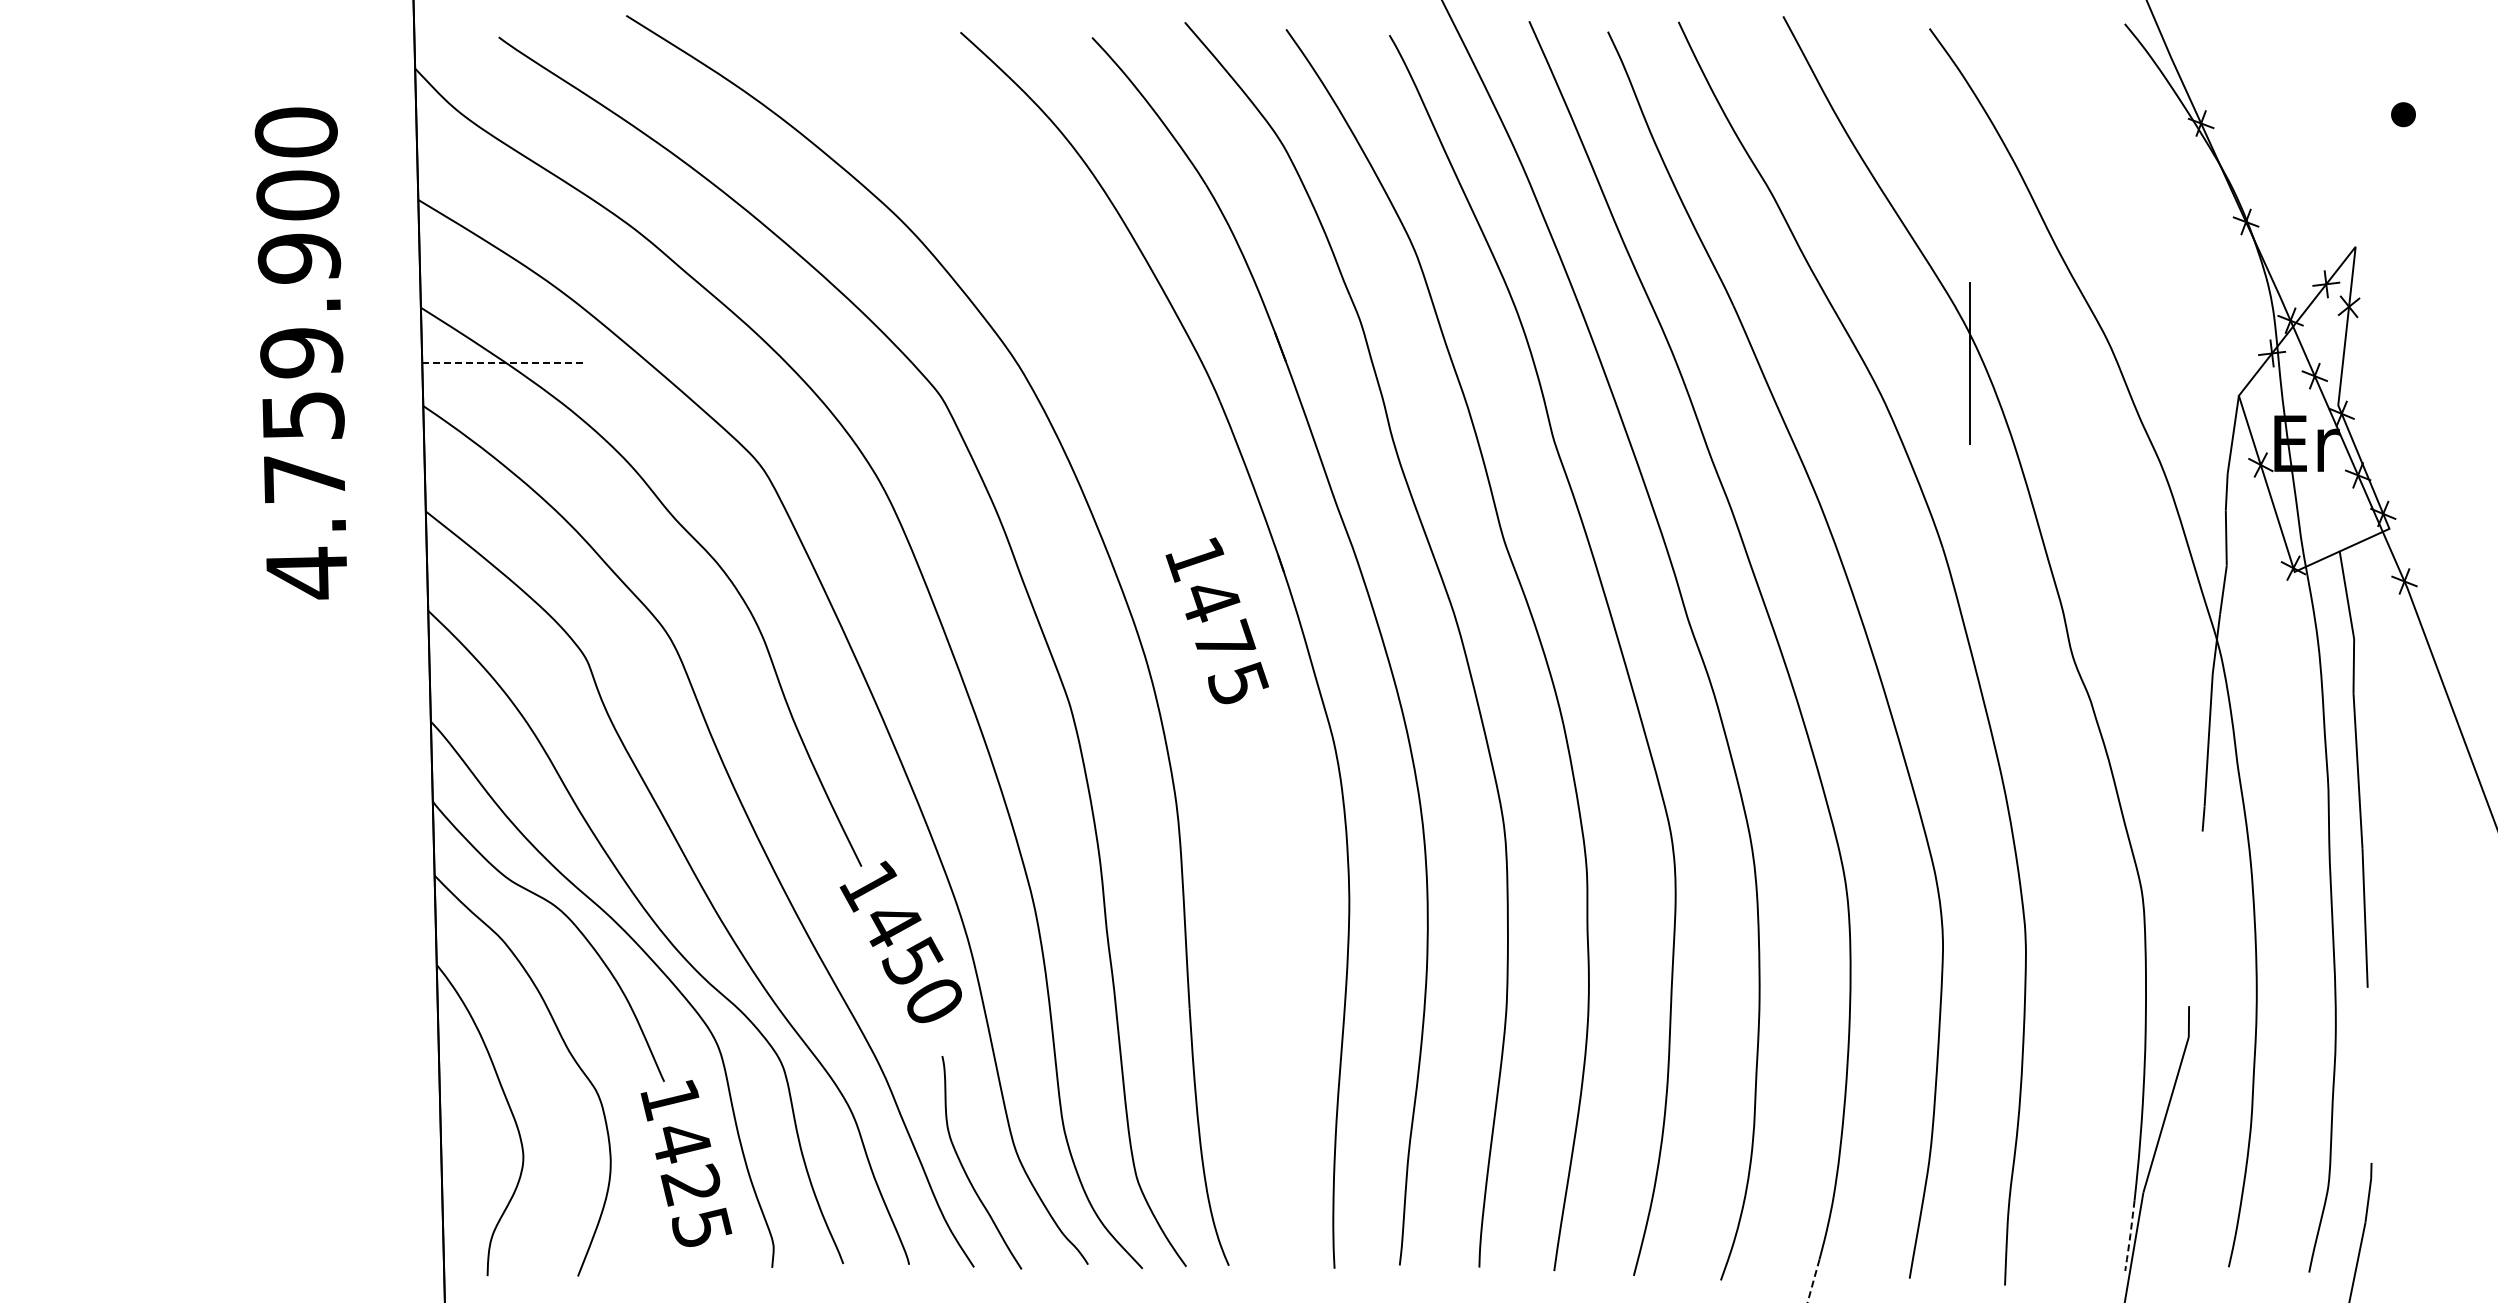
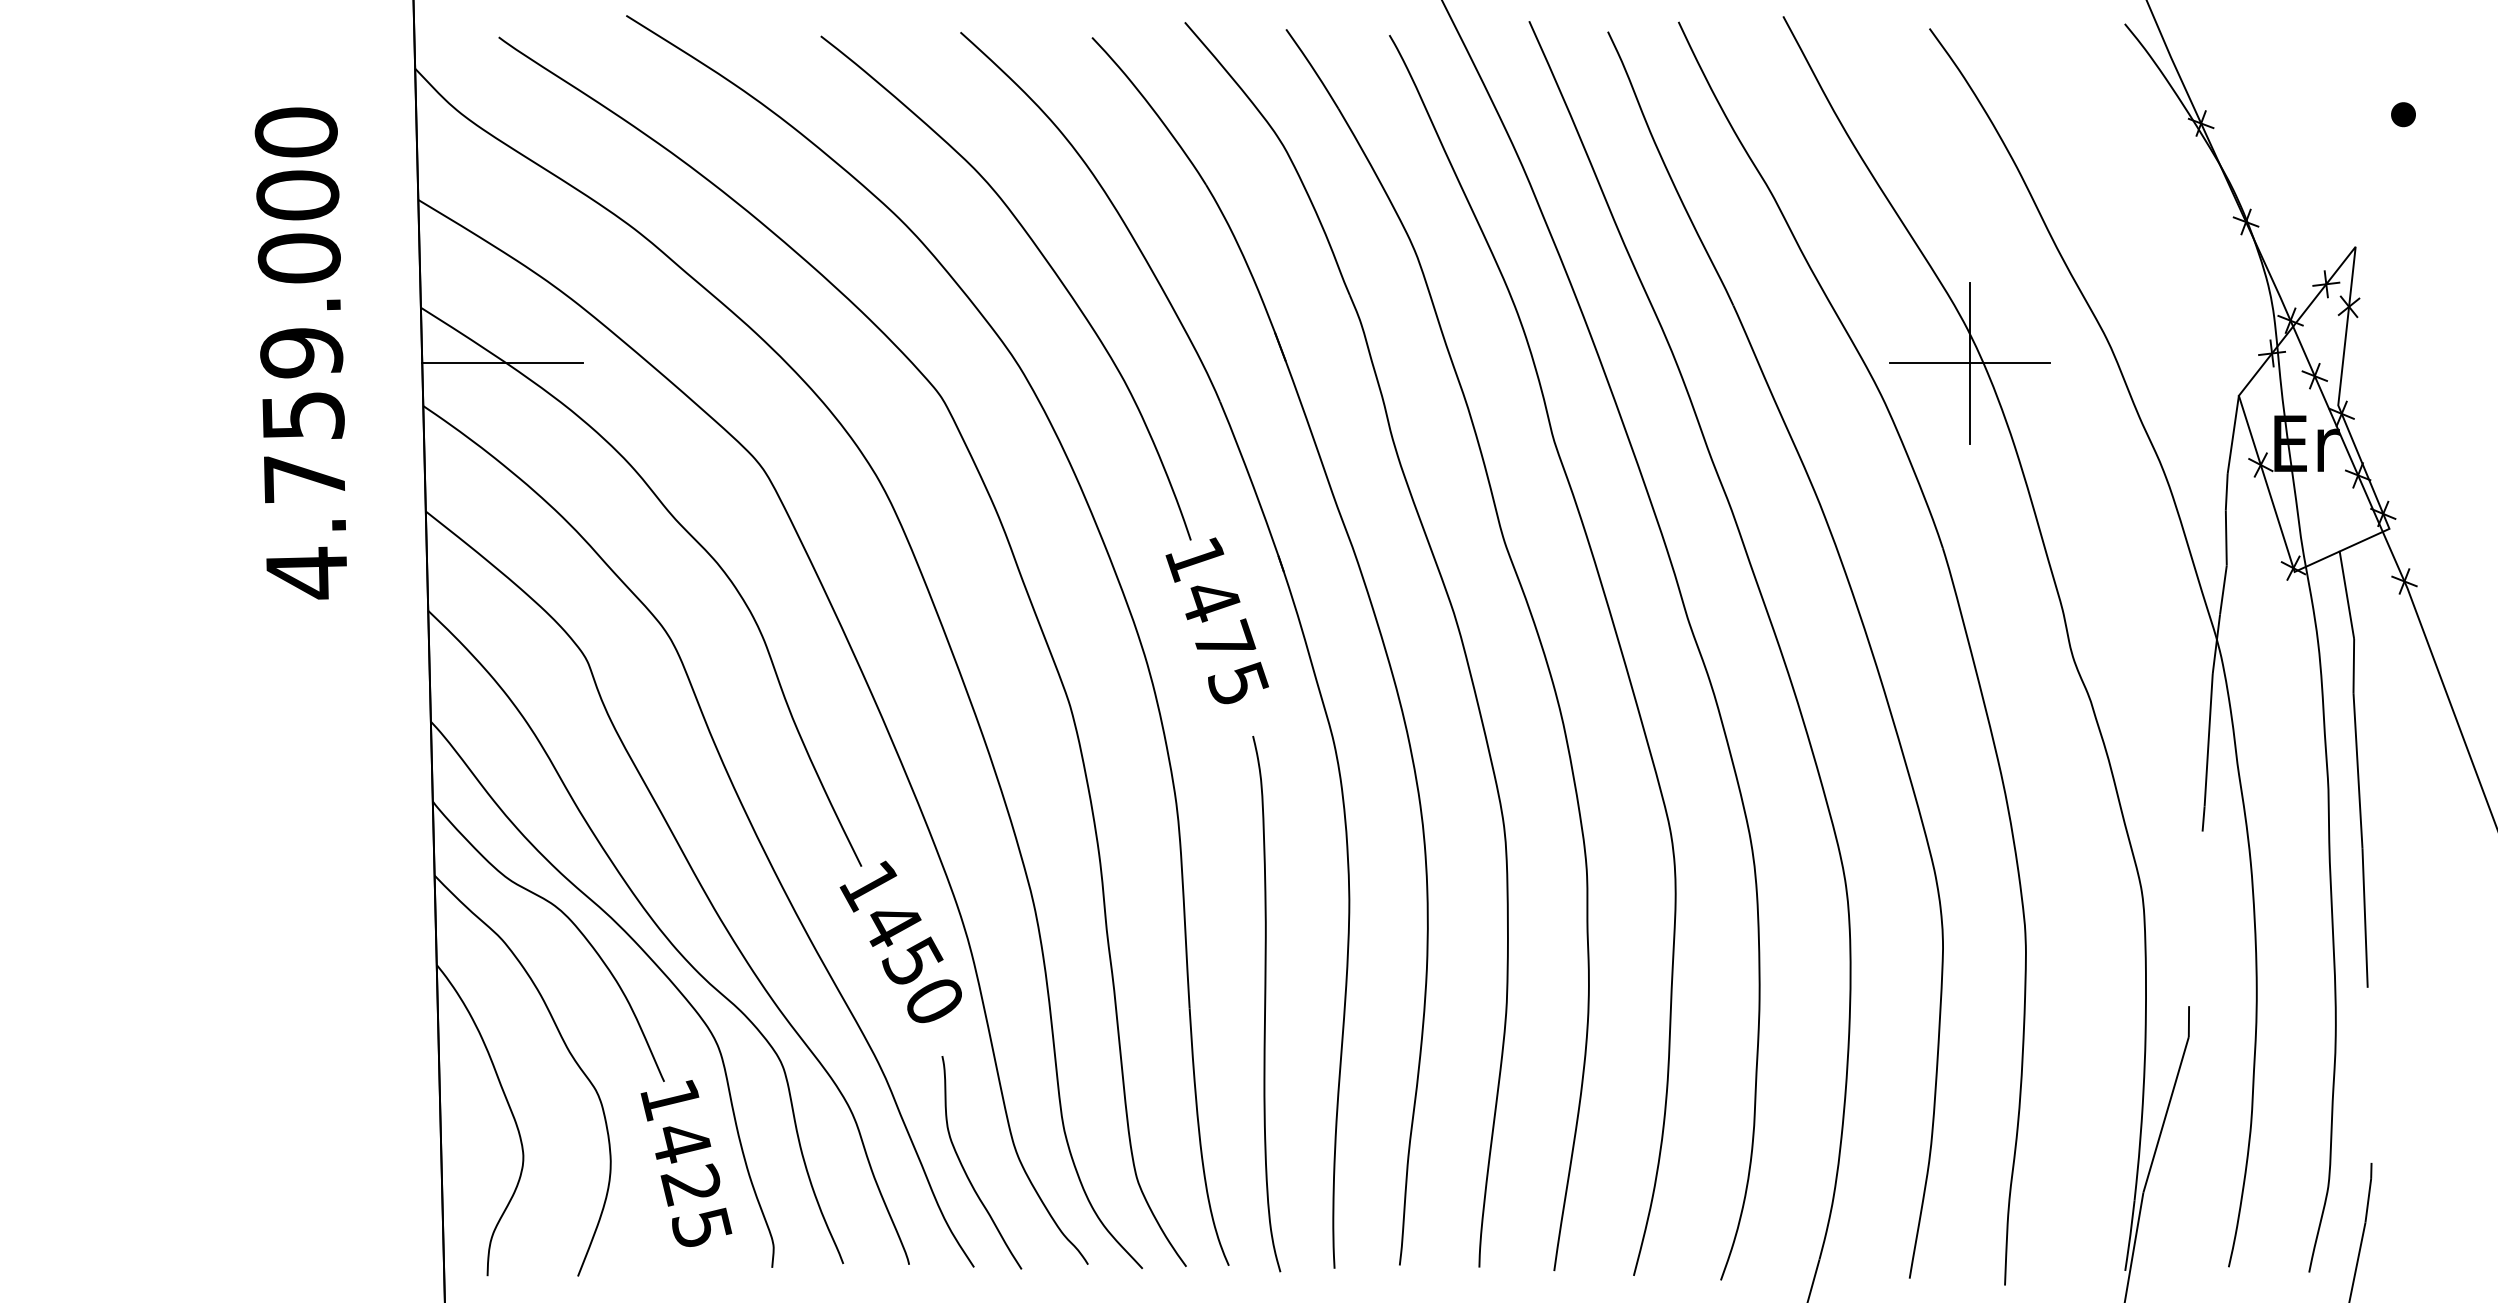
text at (299, 258): 4.759.900 -> 4.759.000
curve at (1044, 259): none -> present
line at (503, 363): dashed -> solid
line at (1969, 363): none -> present
curve at (1266, 1004): none -> present
line at (2130, 1235): dashed -> solid
line at (1813, 1281): dashed -> solid
